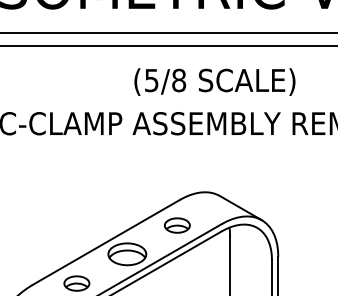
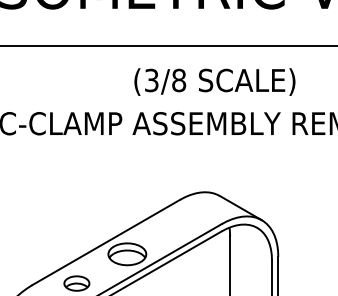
line at (168, 32): present -> none
text at (151, 79): (5/8 -> (3/8
part at (177, 225): present -> none
